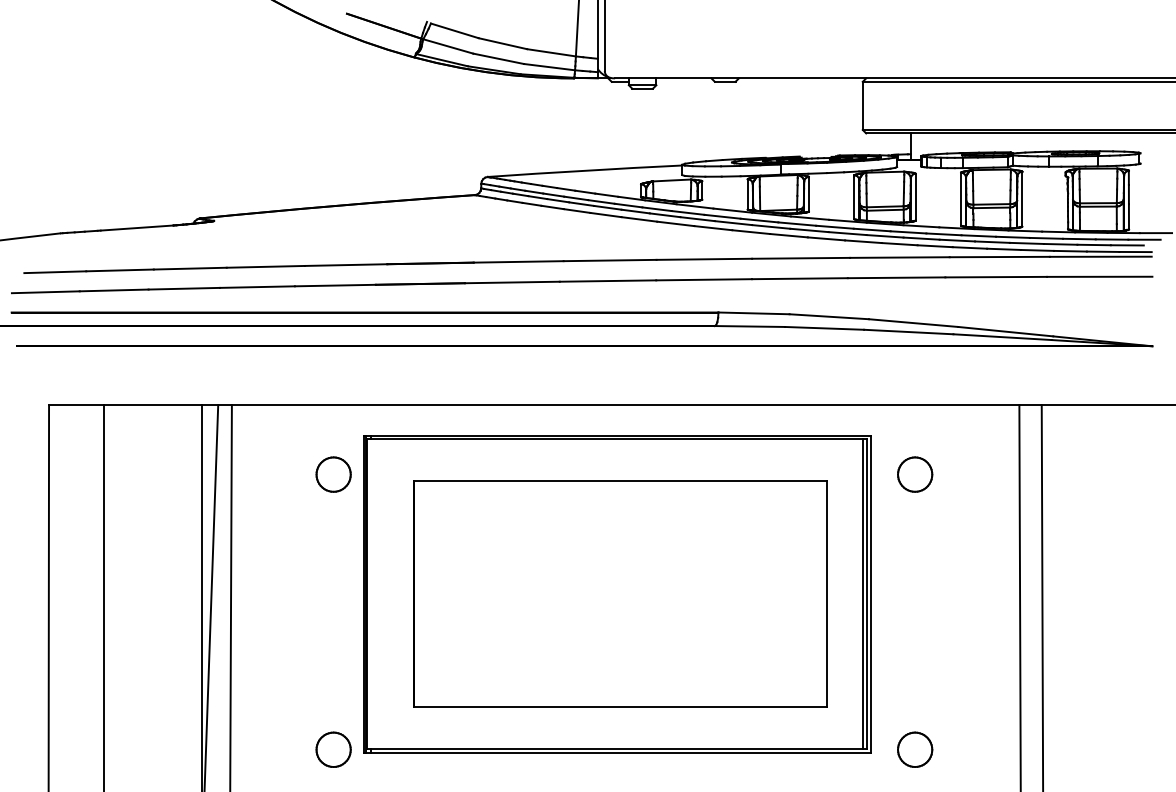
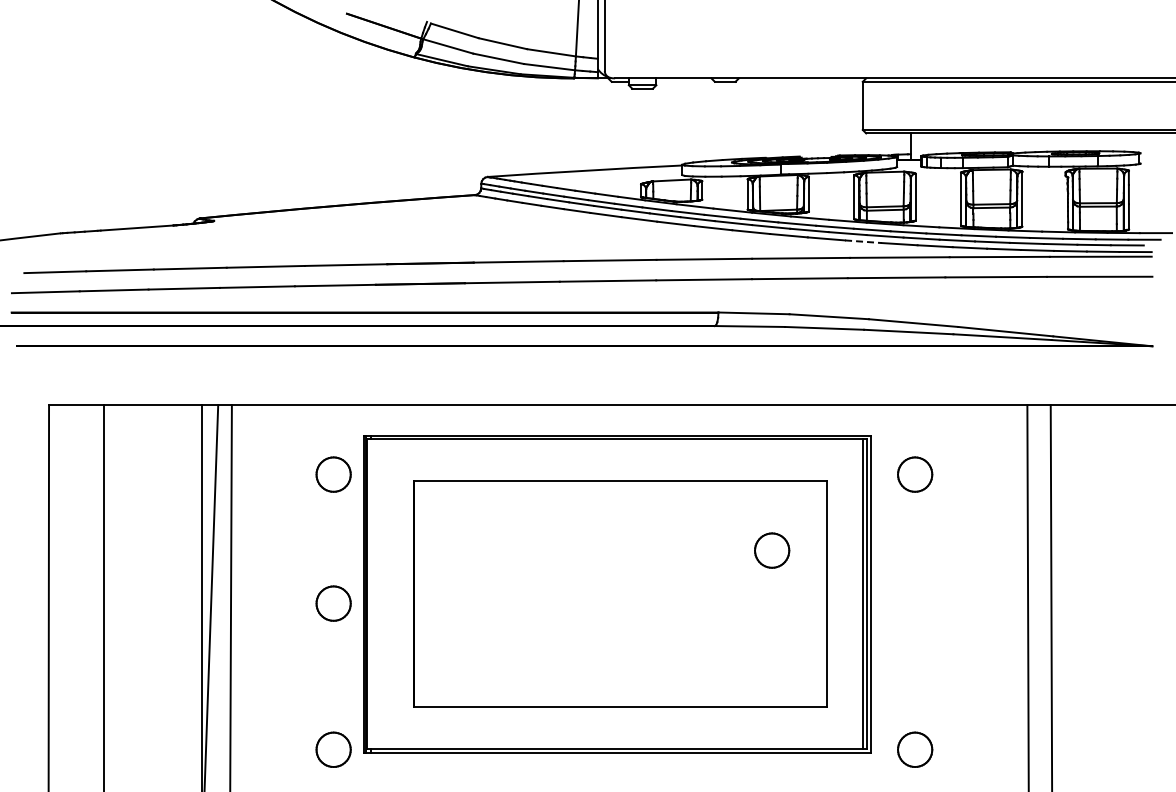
line at (863, 241): solid -> dashed
part at (772, 550): none -> present
line at (1019, 596) position: (1019, 596) -> (1027, 596)
line at (1042, 596) position: (1042, 596) -> (1051, 596)
part at (333, 603): none -> present
